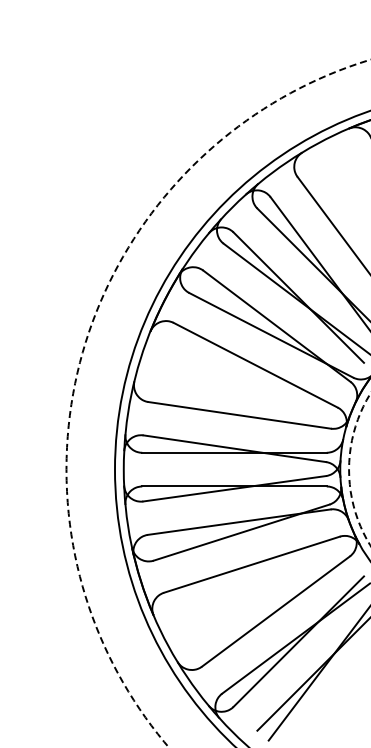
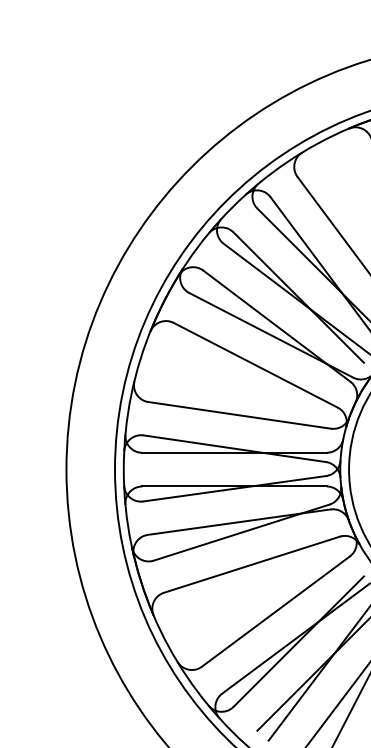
circle at (218, 403): dashed -> solid
circle at (359, 469): dashed -> solid
line at (337, 704): none -> present
line at (350, 711): none -> present
